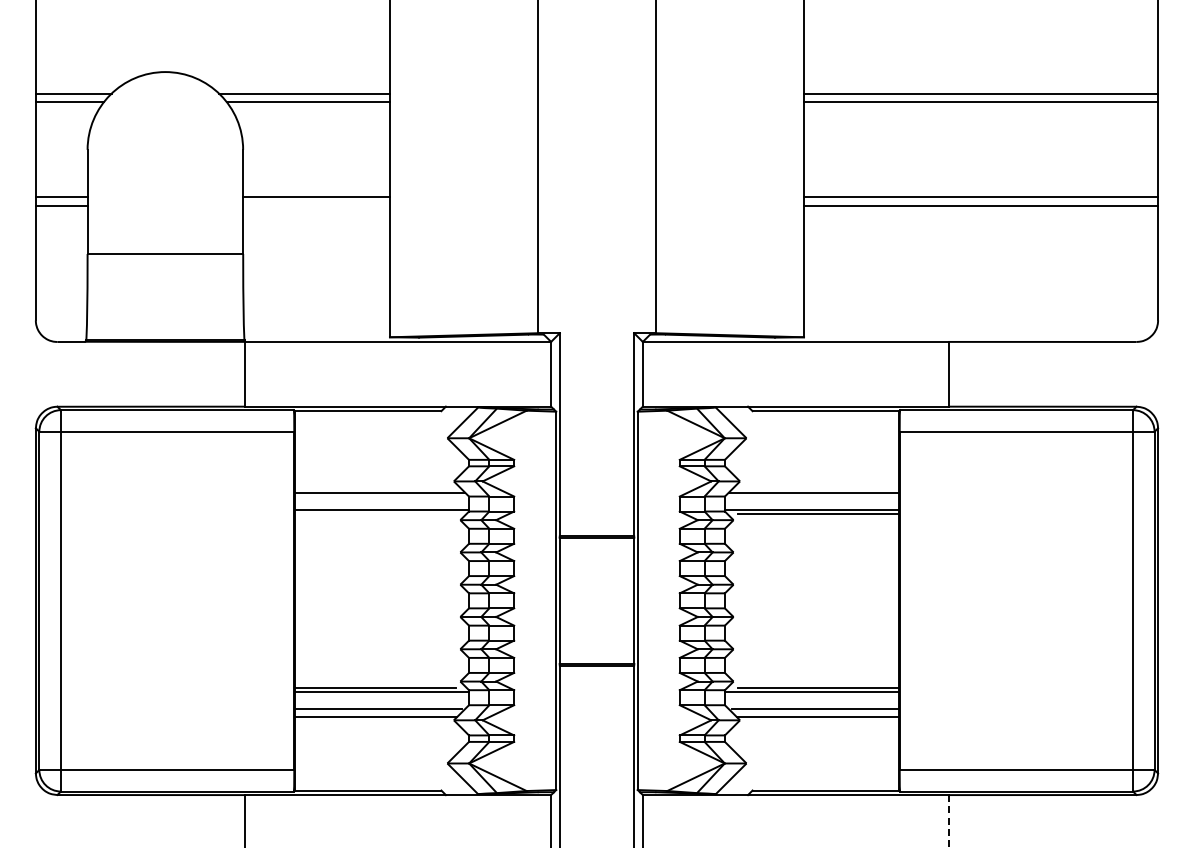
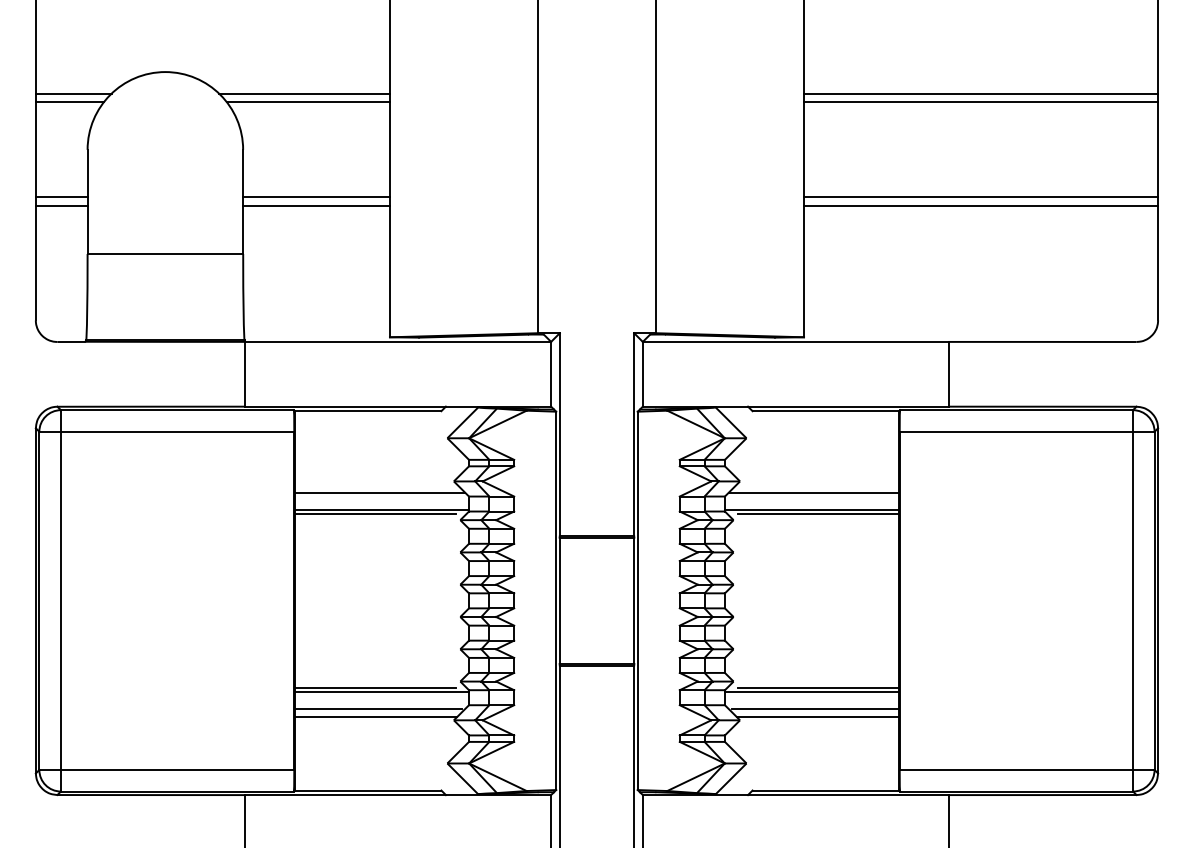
line at (316, 205): none -> present
line at (374, 514): none -> present
line at (948, 821): dashed -> solid
